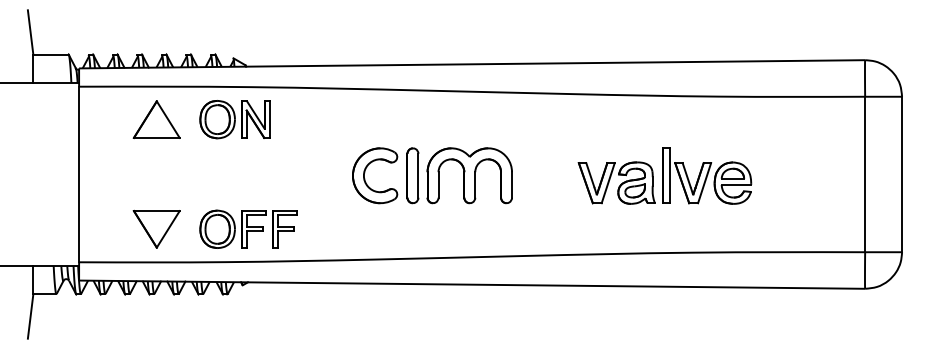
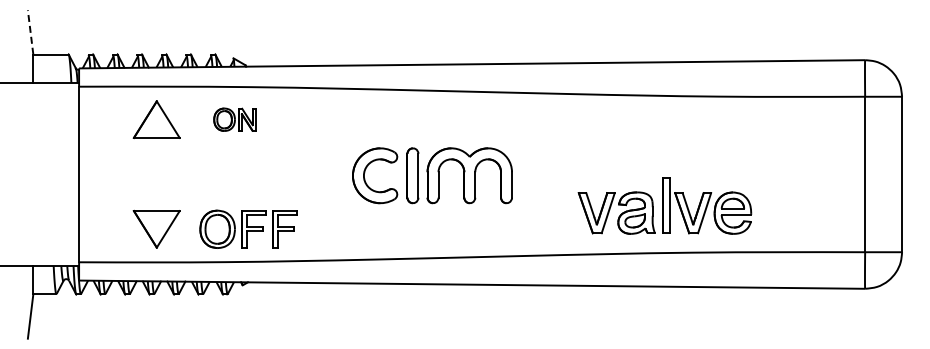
line at (30, 32): solid -> dashed
part at (234, 119) size: 72x40 px -> 44x25 px
part at (664, 175) position: (664, 175) -> (664, 205)
